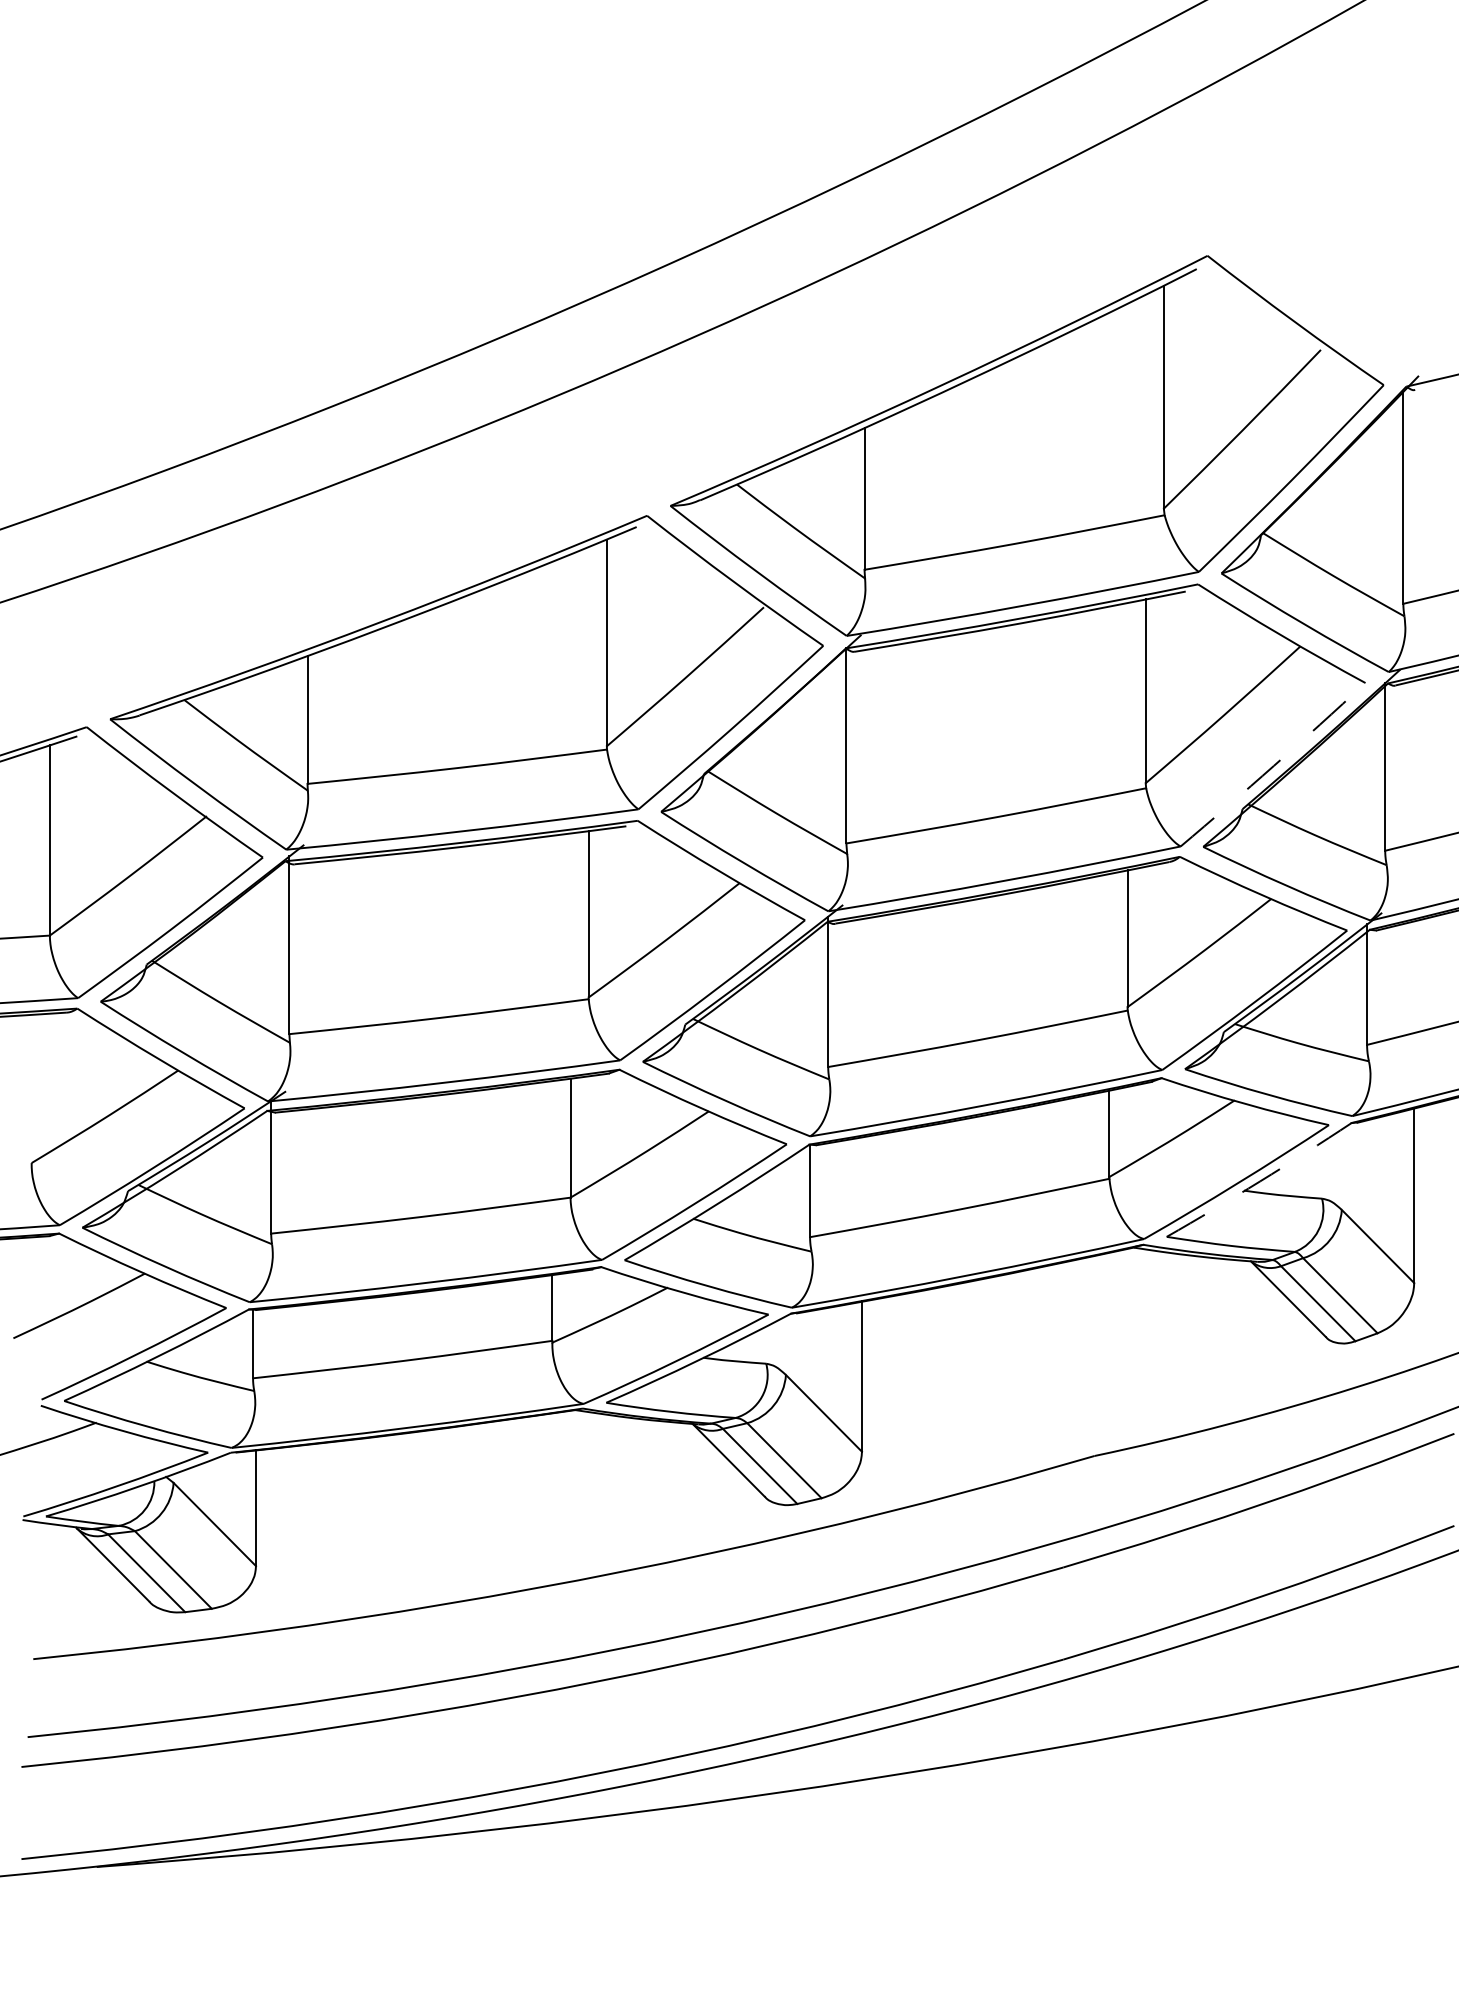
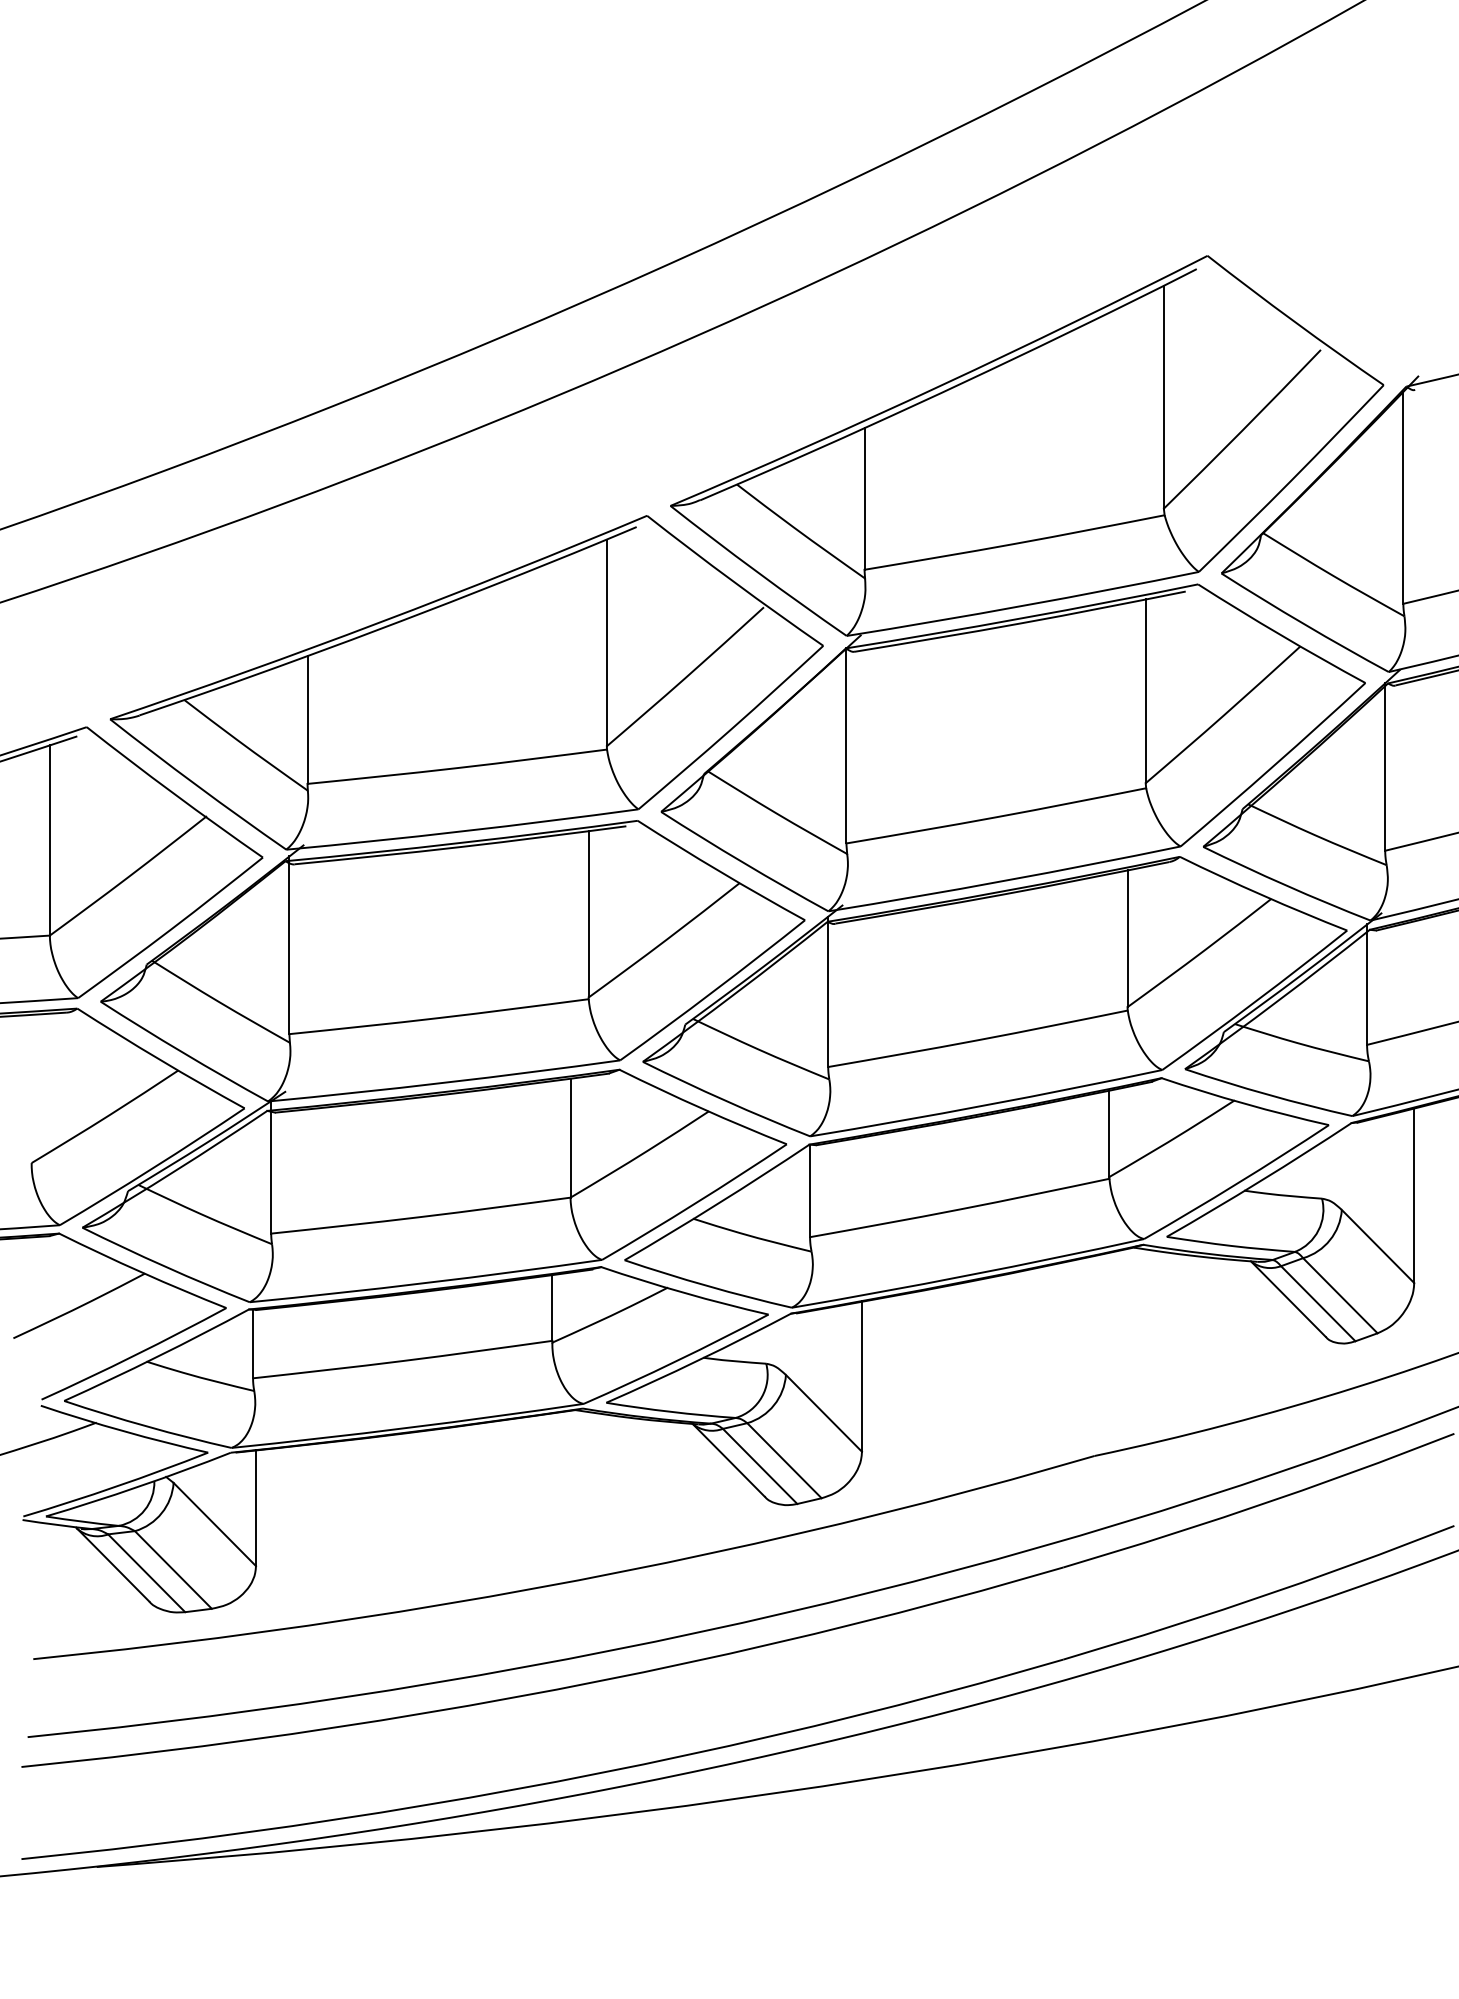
arc at (1274, 765): dashed -> solid
arc at (1260, 1181): dashed -> solid
